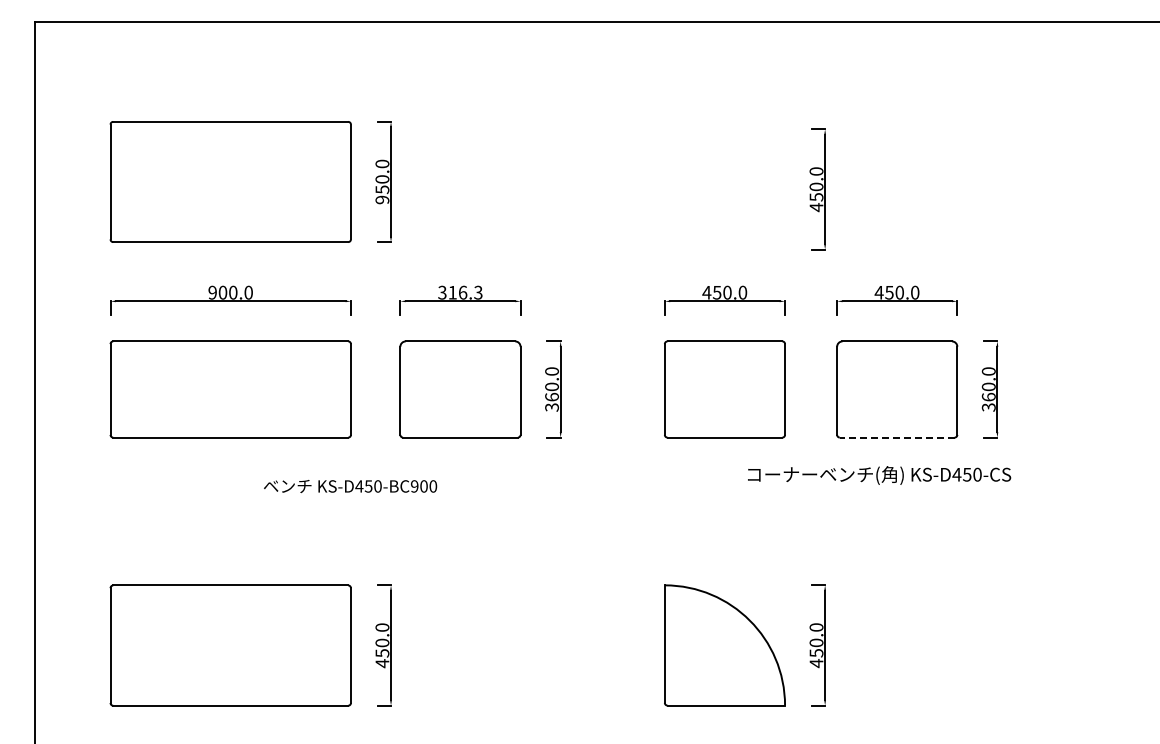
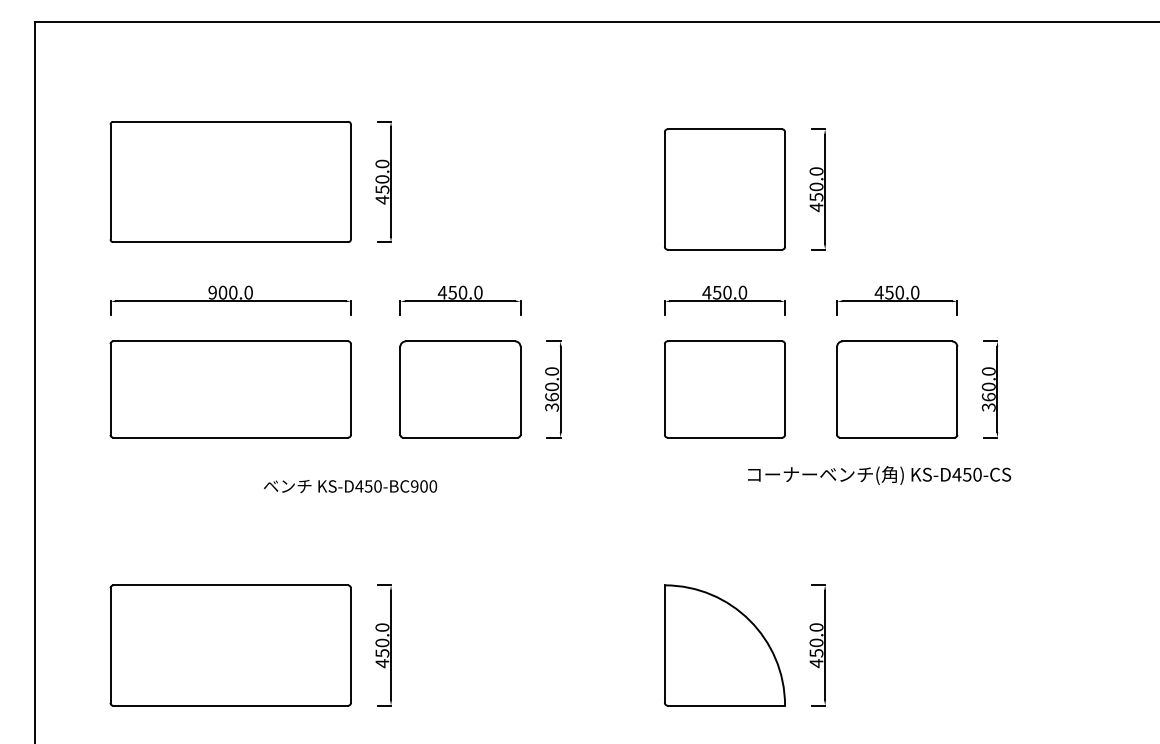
part at (724, 189): none -> present
text at (382, 199): 950.0 -> 450.0
text at (459, 292): 316.3 -> 450.0
line at (896, 437): dashed -> solid
